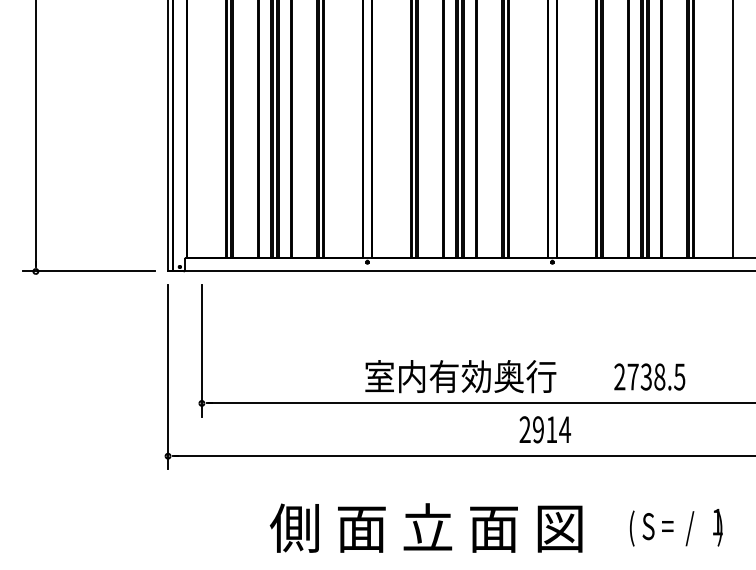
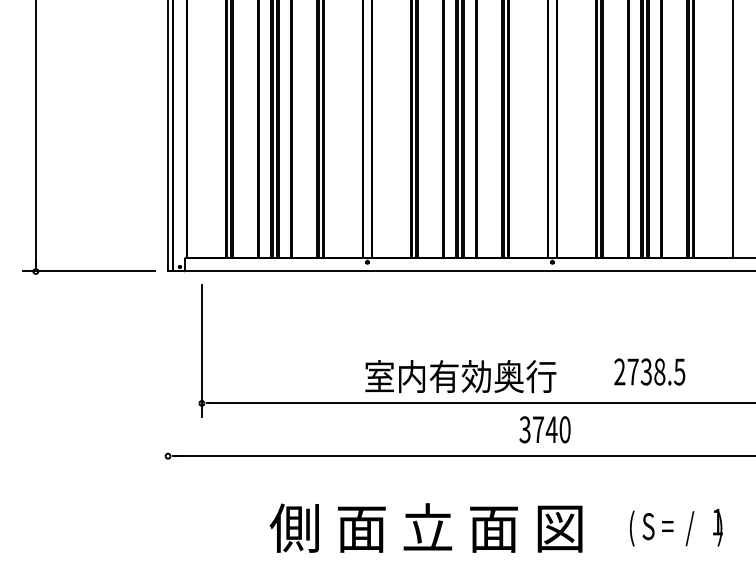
line at (168, 376): present -> none
text at (649, 376) position: (649, 376) -> (649, 371)
text at (545, 429): 2914 -> 3740
